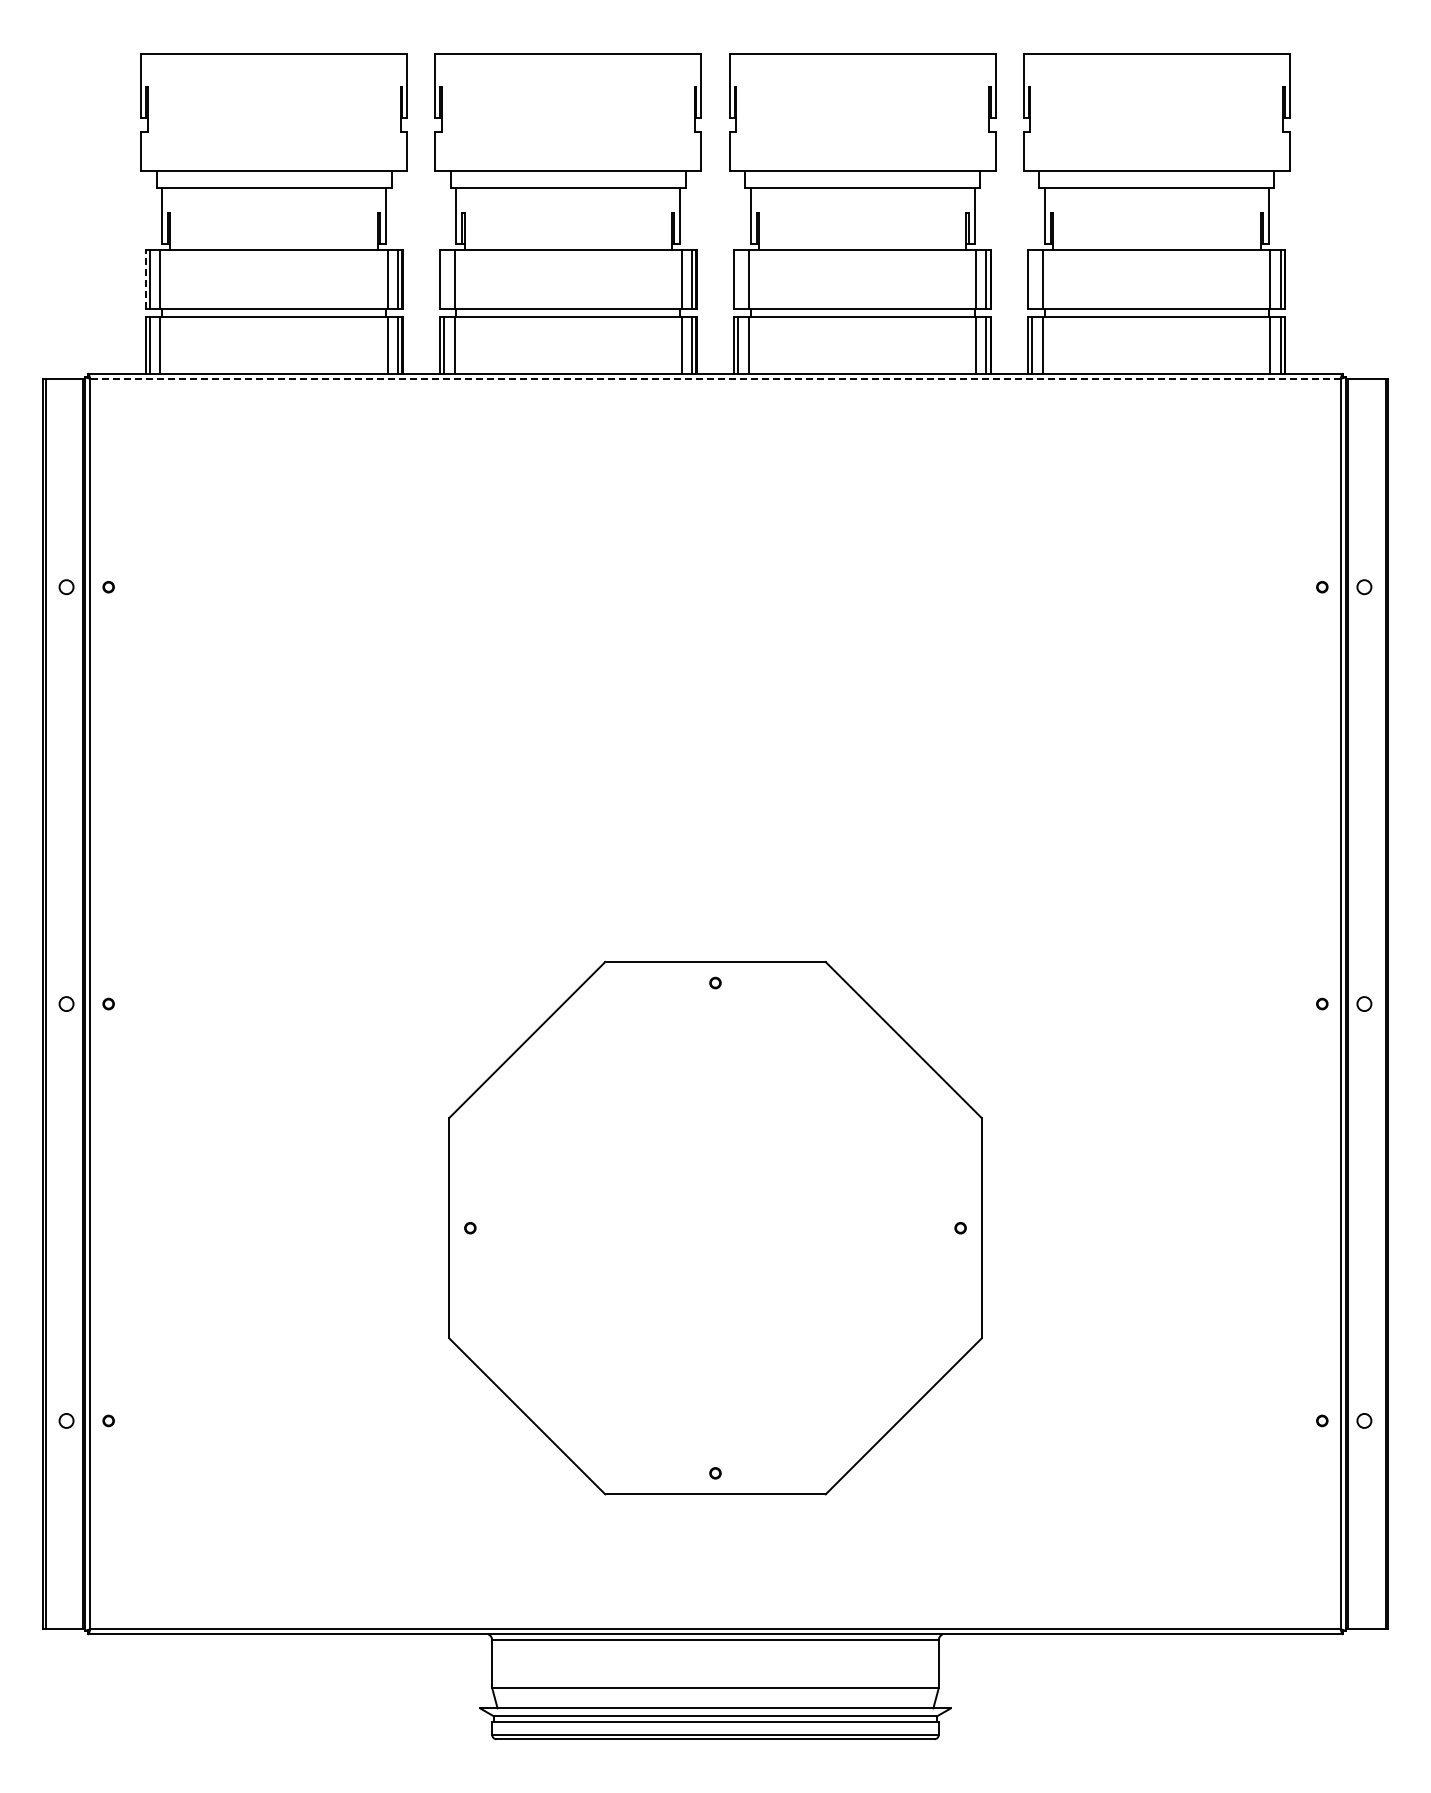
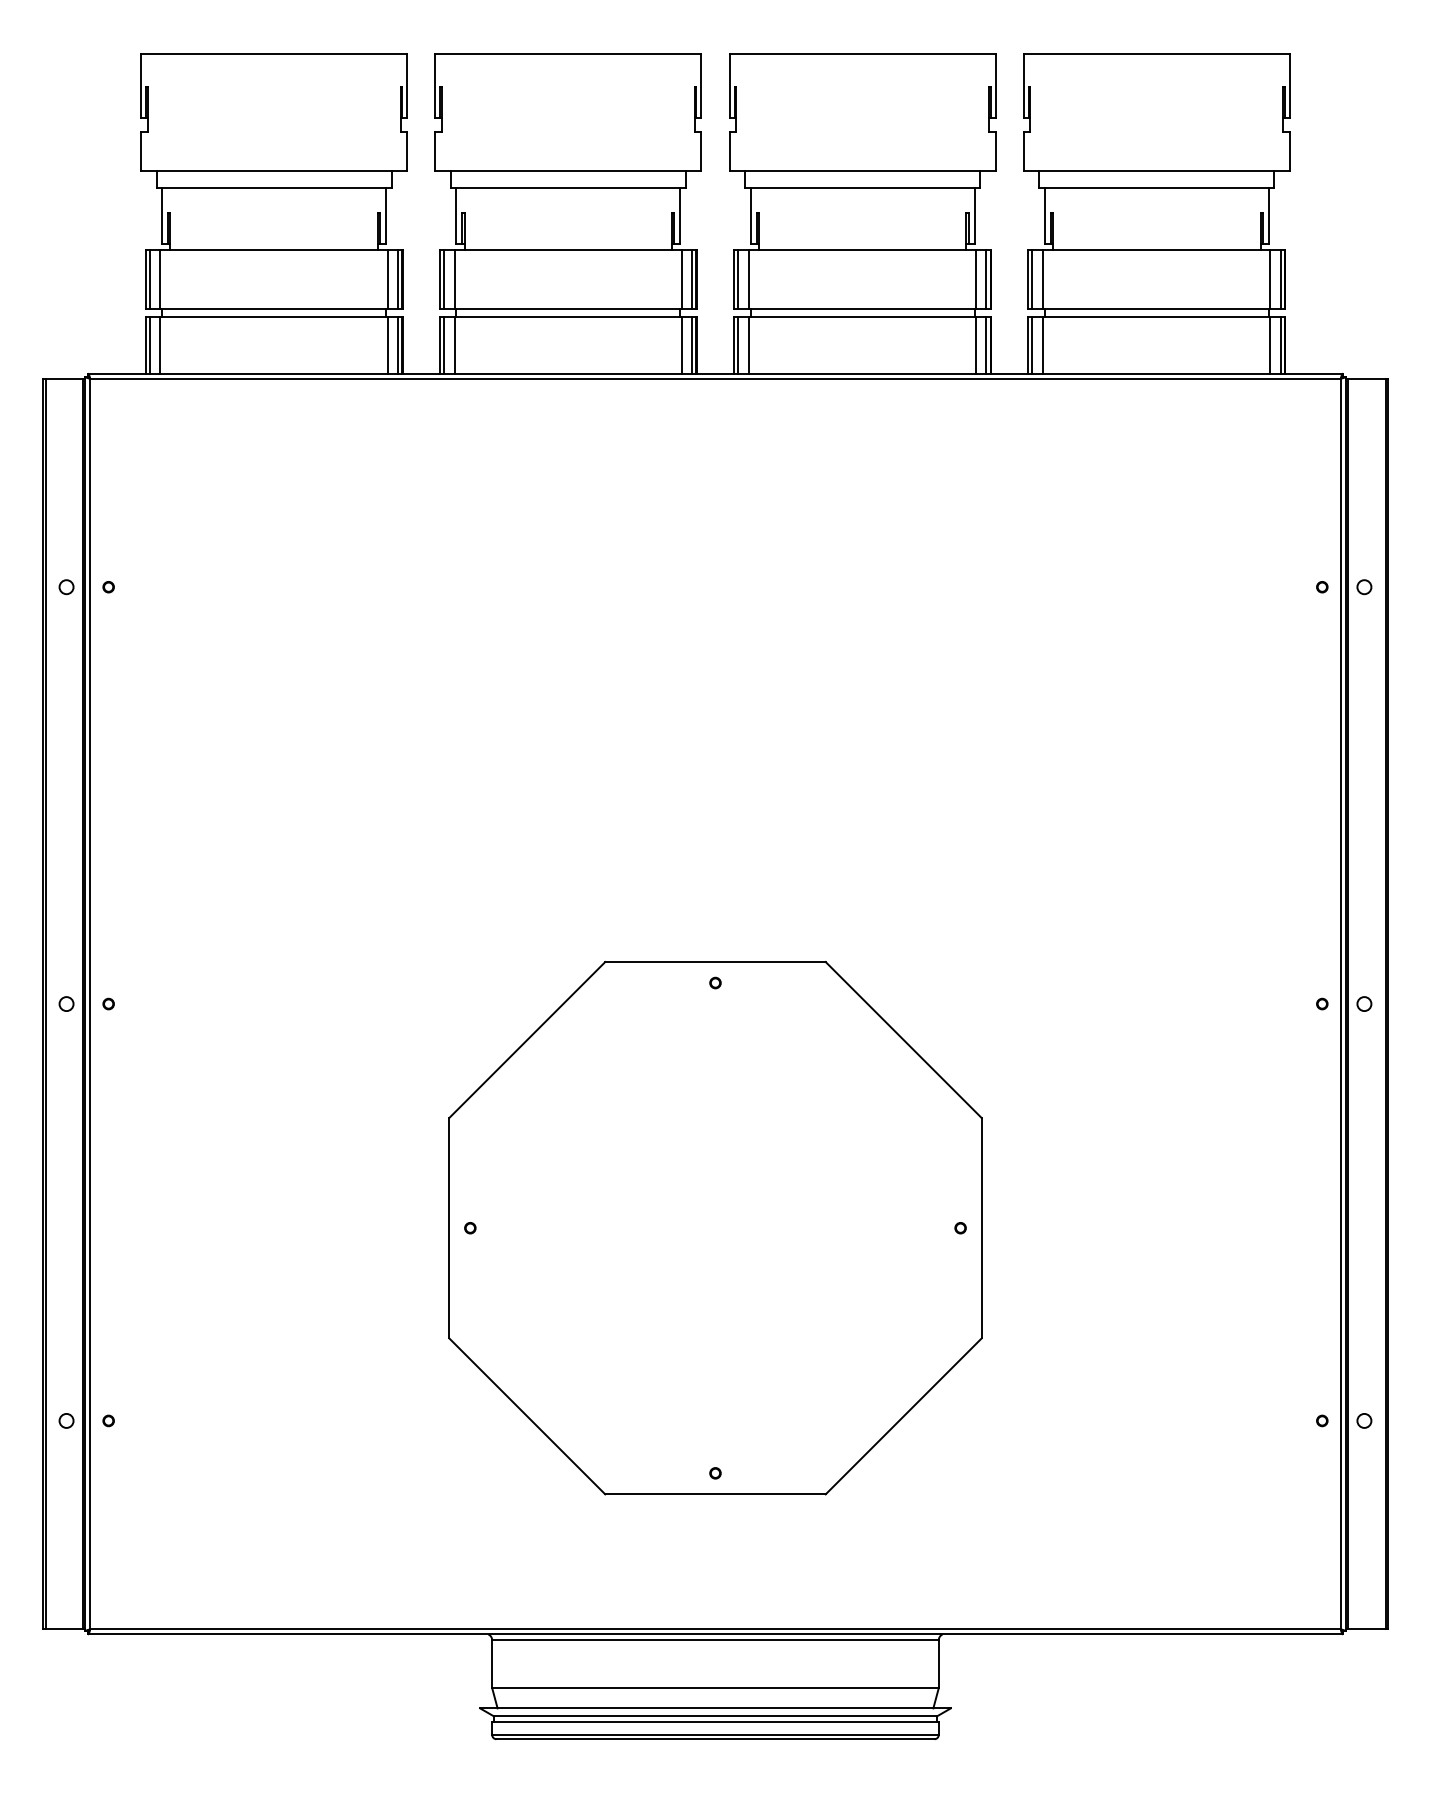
line at (145, 279): dashed -> solid
line at (444, 279): none -> present
line at (738, 279): none -> present
line at (1032, 279): none -> present
line at (715, 378): dashed -> solid
